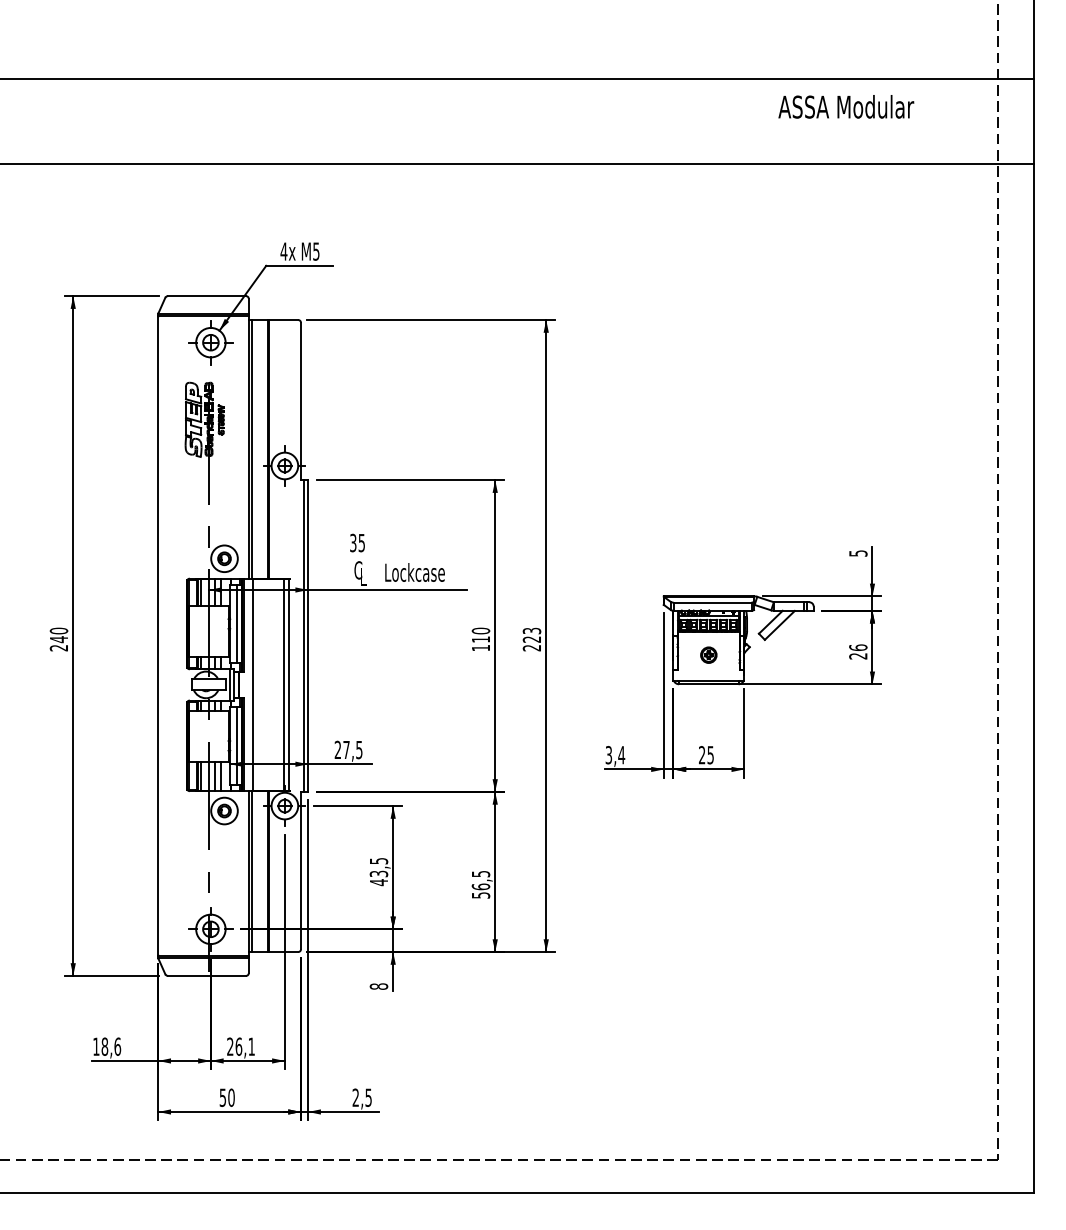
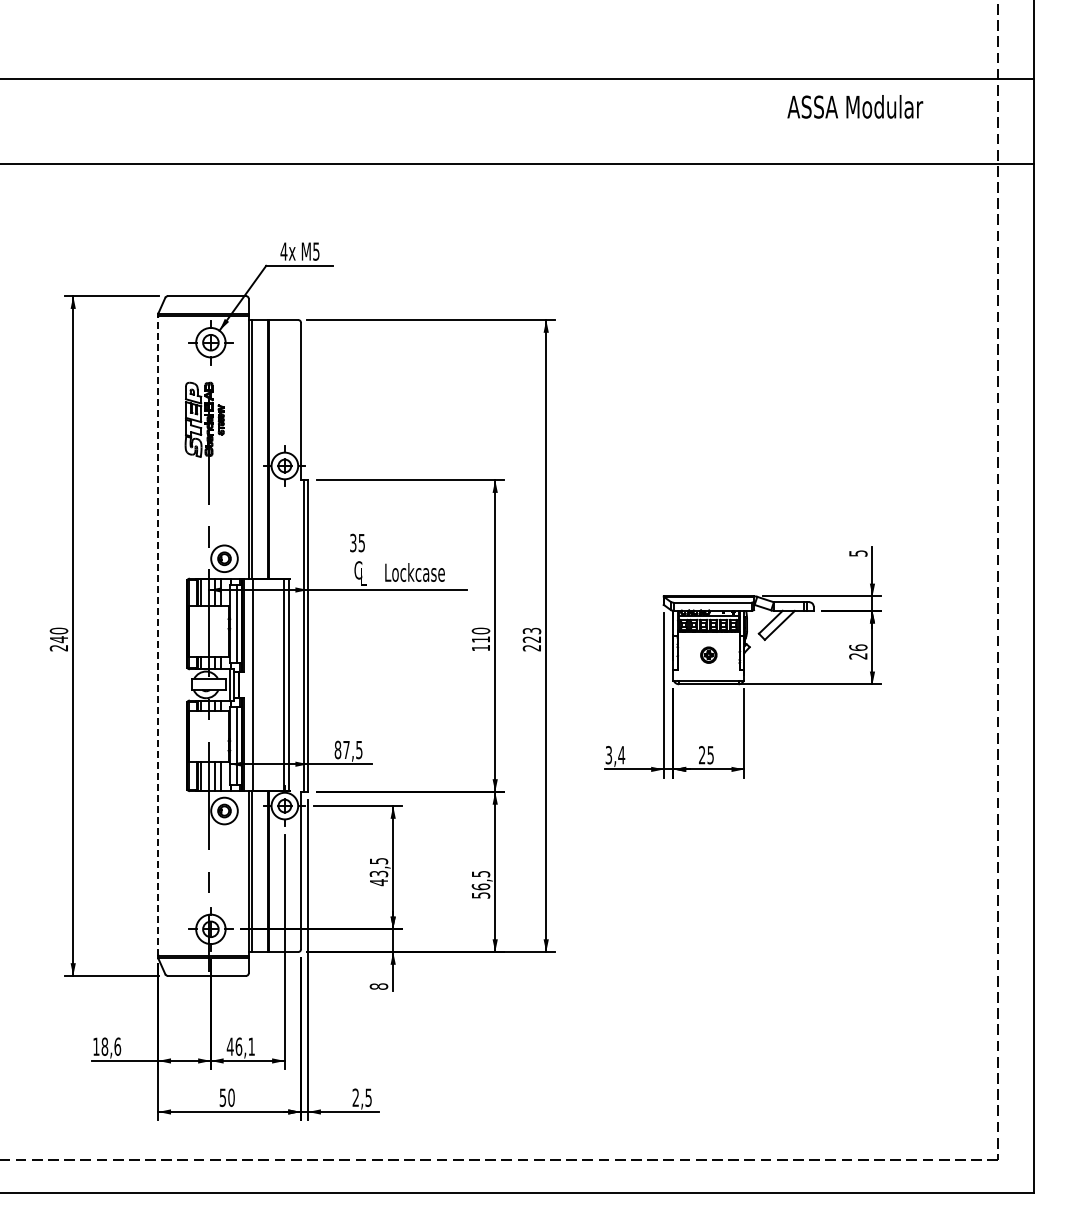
text at (846, 106) position: (846, 106) -> (855, 106)
line at (158, 636): solid -> dashed
text at (337, 749): 27,5 -> 87,5
text at (229, 1046): 26,1 -> 46,1
